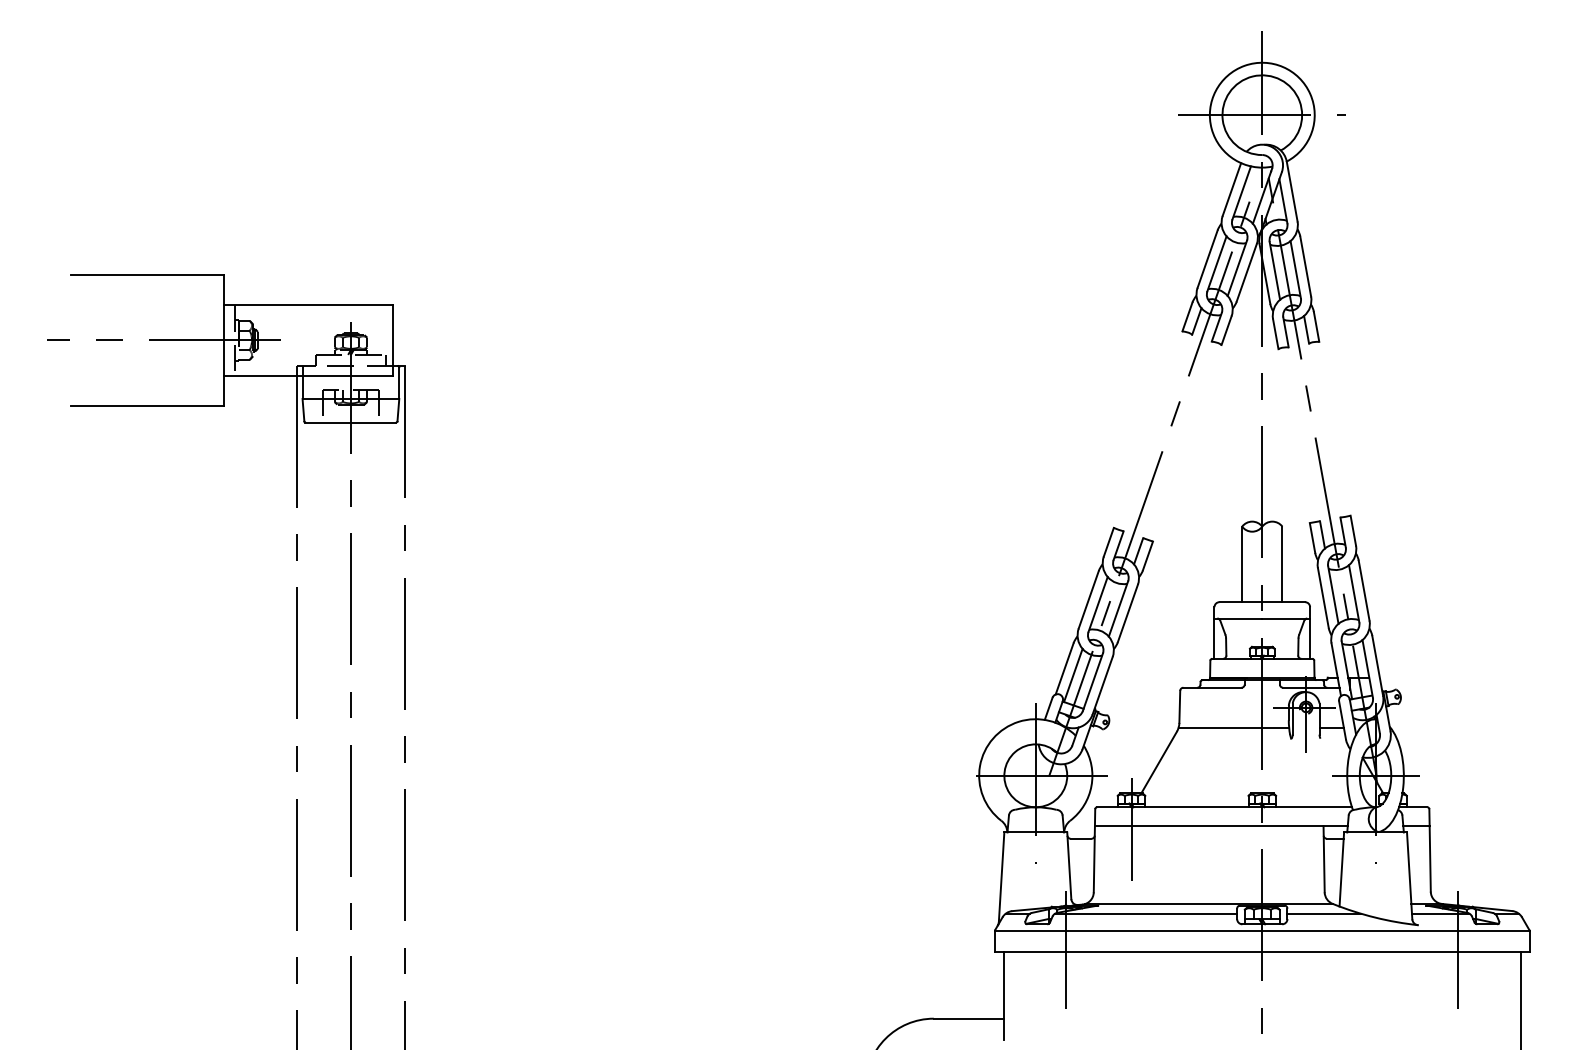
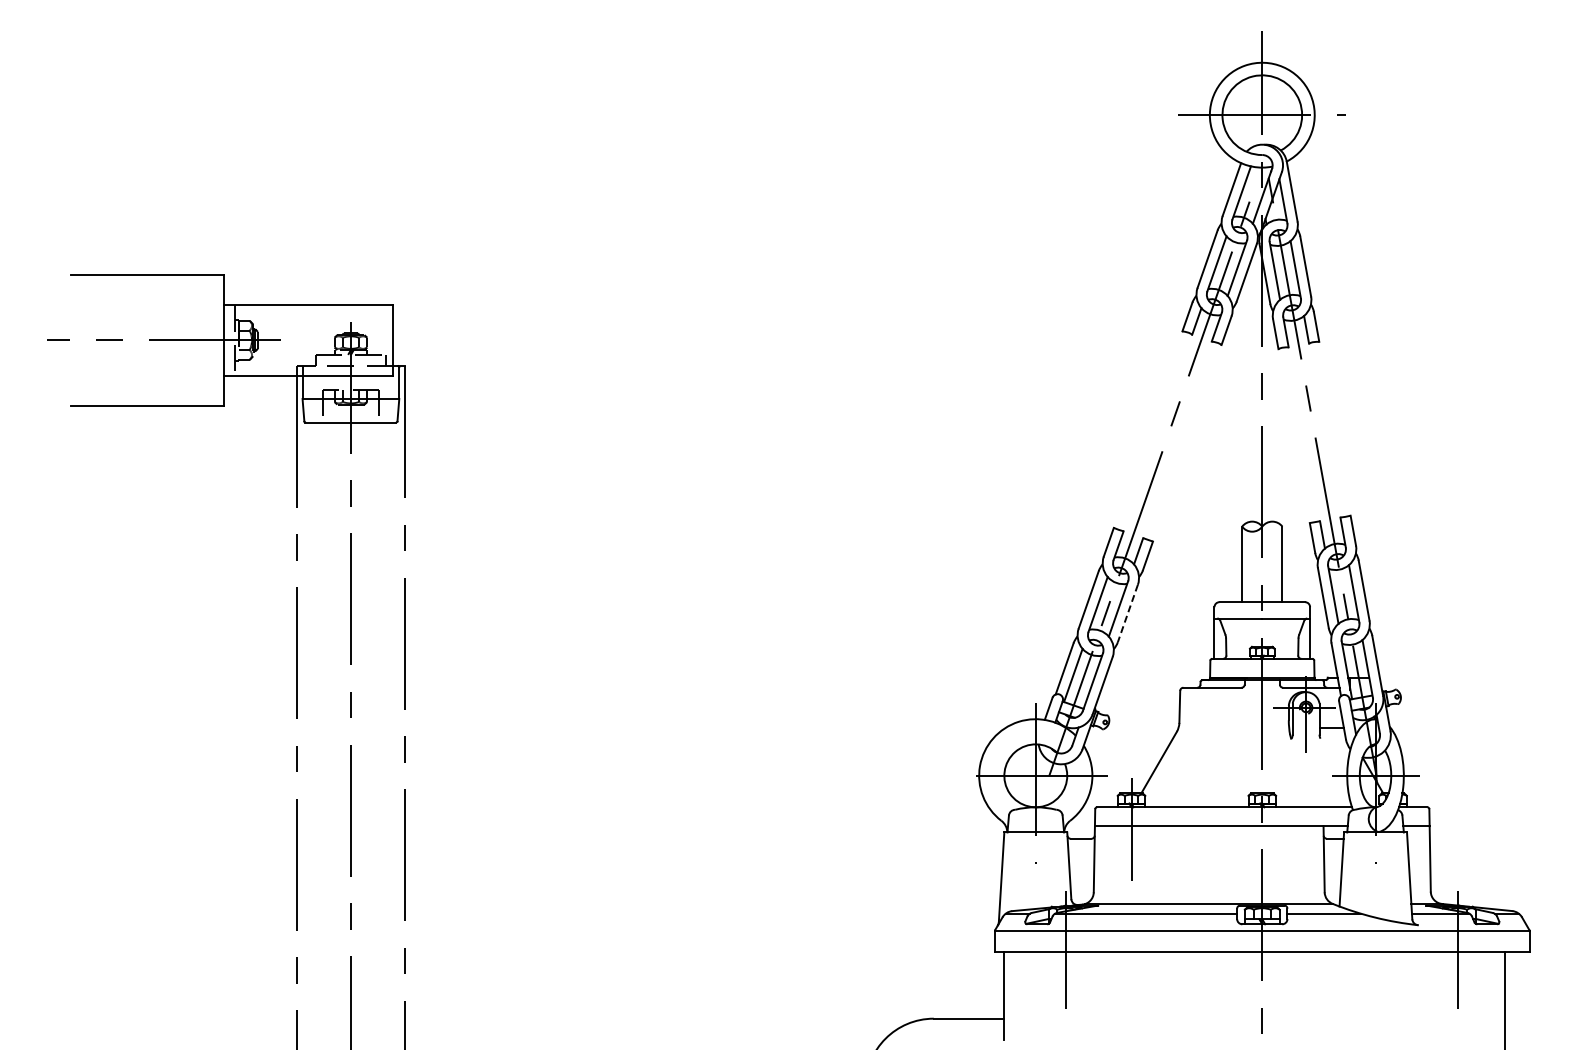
line at (1127, 613): solid -> dashed
line at (1233, 727): present -> none
line at (1520, 998) position: (1520, 998) -> (1504, 998)
